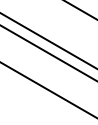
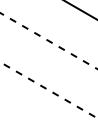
line at (49, 41): solid -> dashed
line at (48, 52): present -> none
line at (48, 90): solid -> dashed
